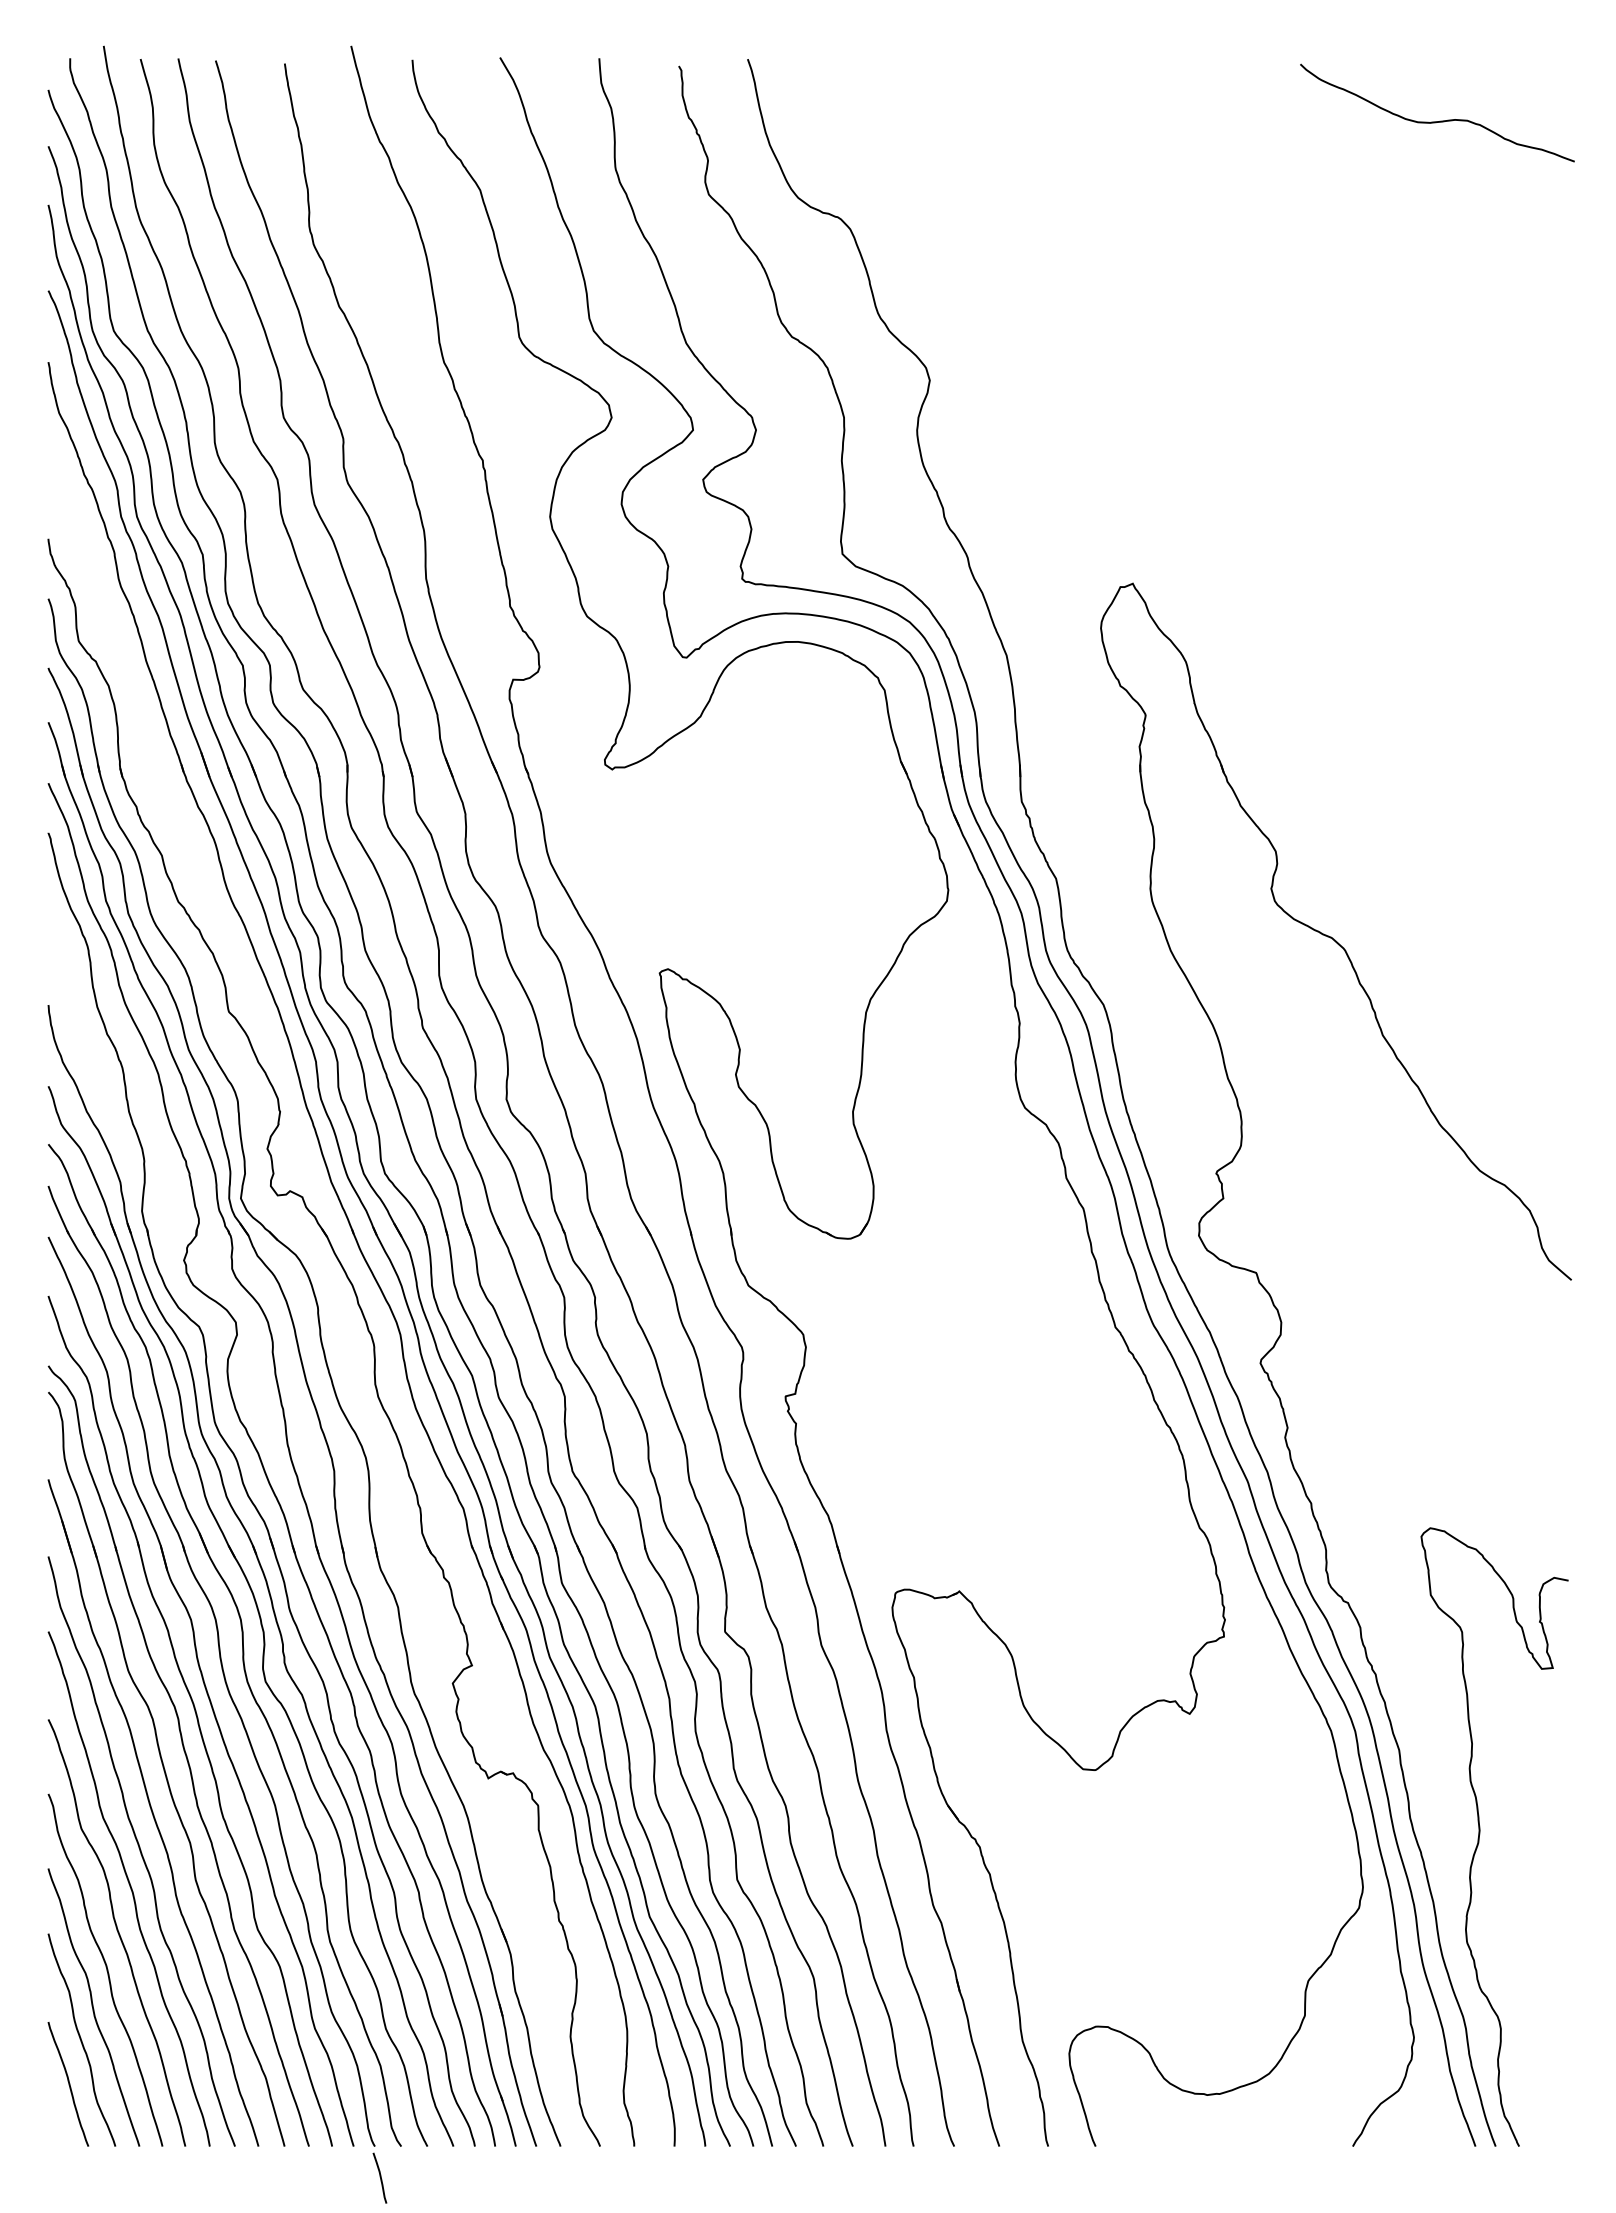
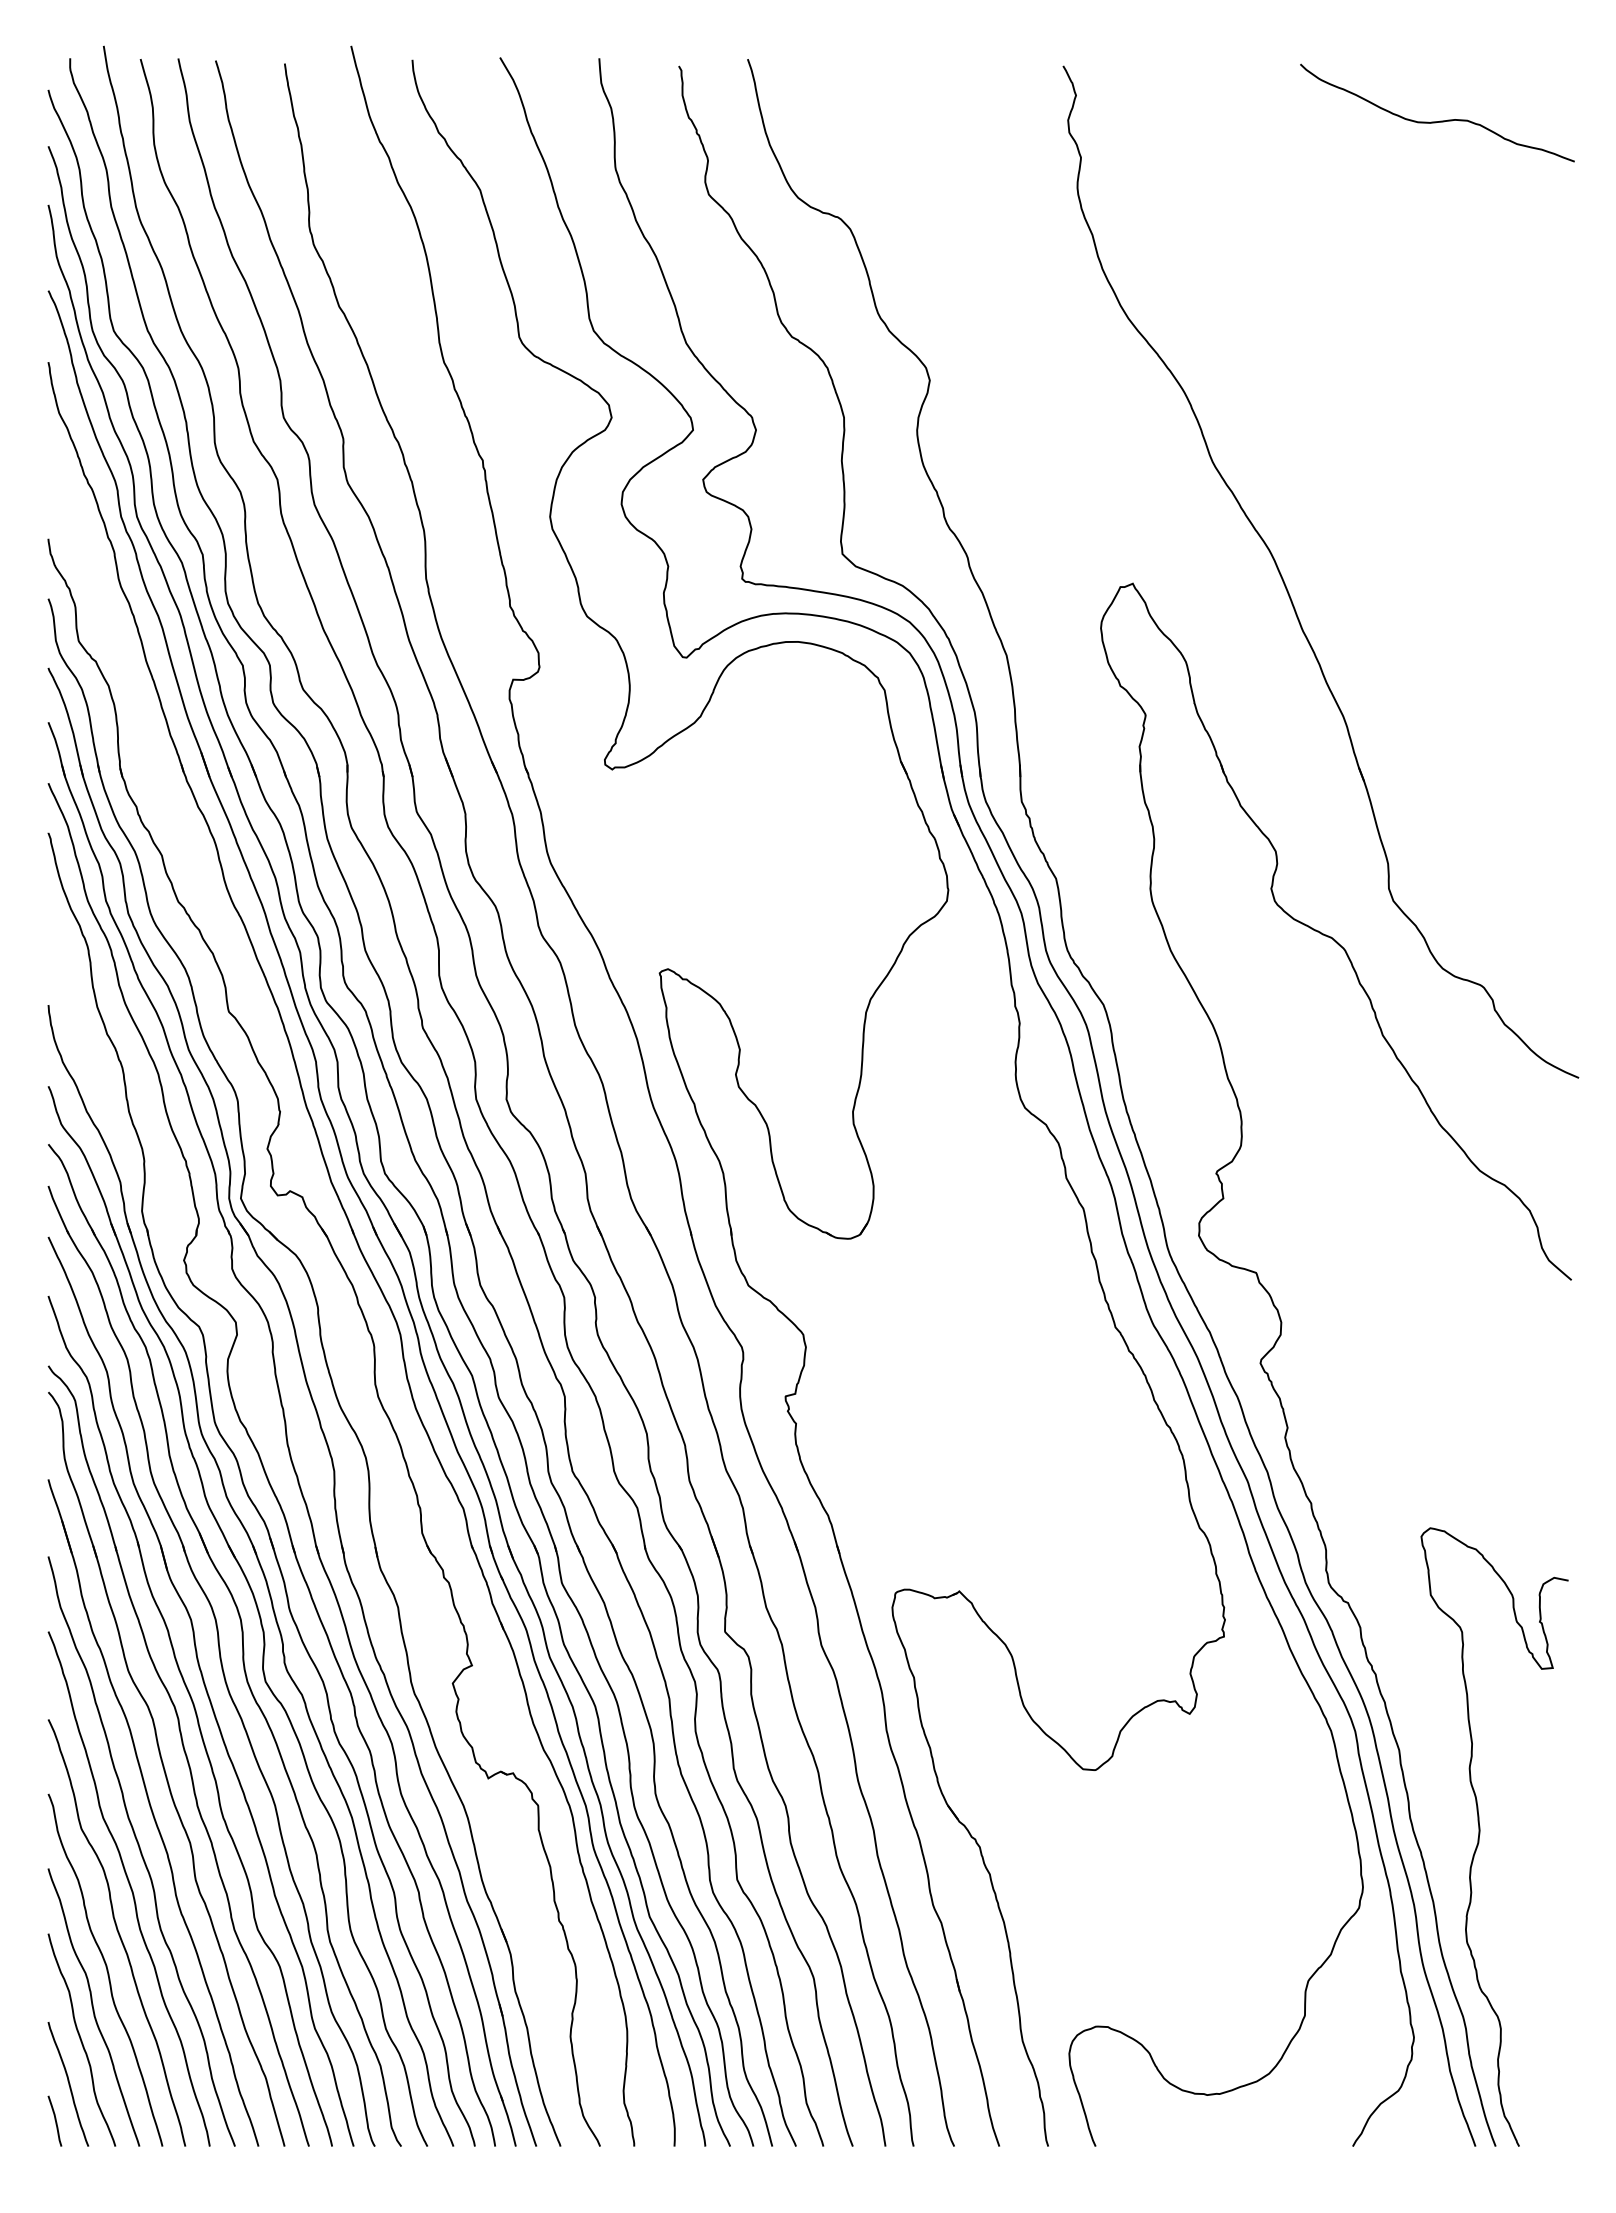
part at (1286, 585): none -> present
curve at (379, 2177) position: (379, 2177) -> (54, 2120)
